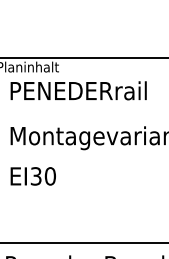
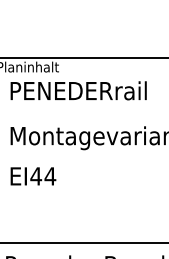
text at (43, 176): EI30 -> EI44
